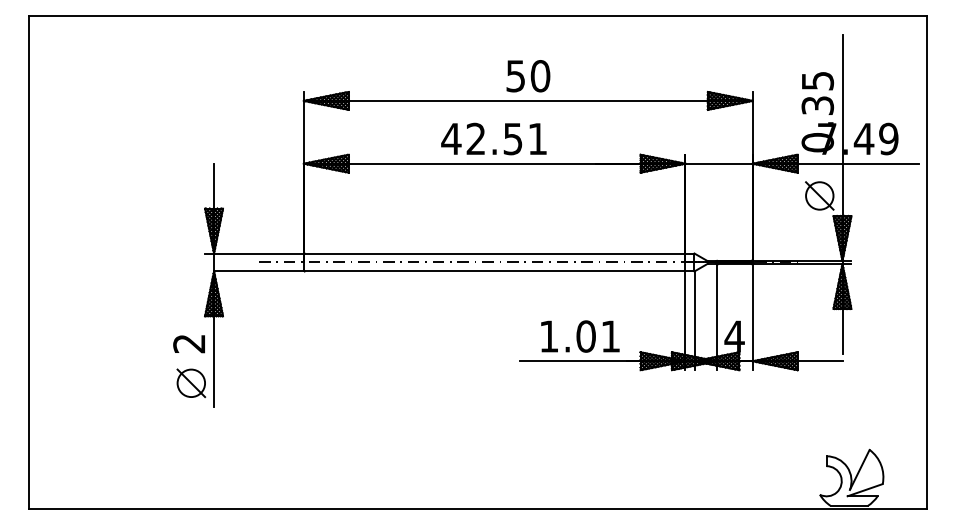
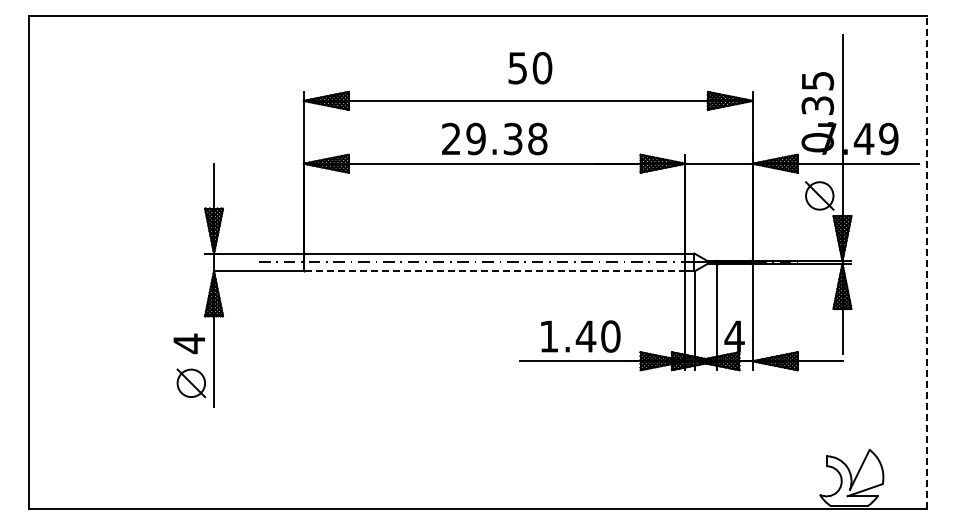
text at (528, 76) position: (528, 76) -> (530, 68)
text at (494, 138): 42.51 -> 29.38
line at (927, 262): solid -> dashed
line at (495, 271): solid -> dashed
text at (597, 336): 1.01 -> 1.40
text at (188, 343): 2 -> 4
